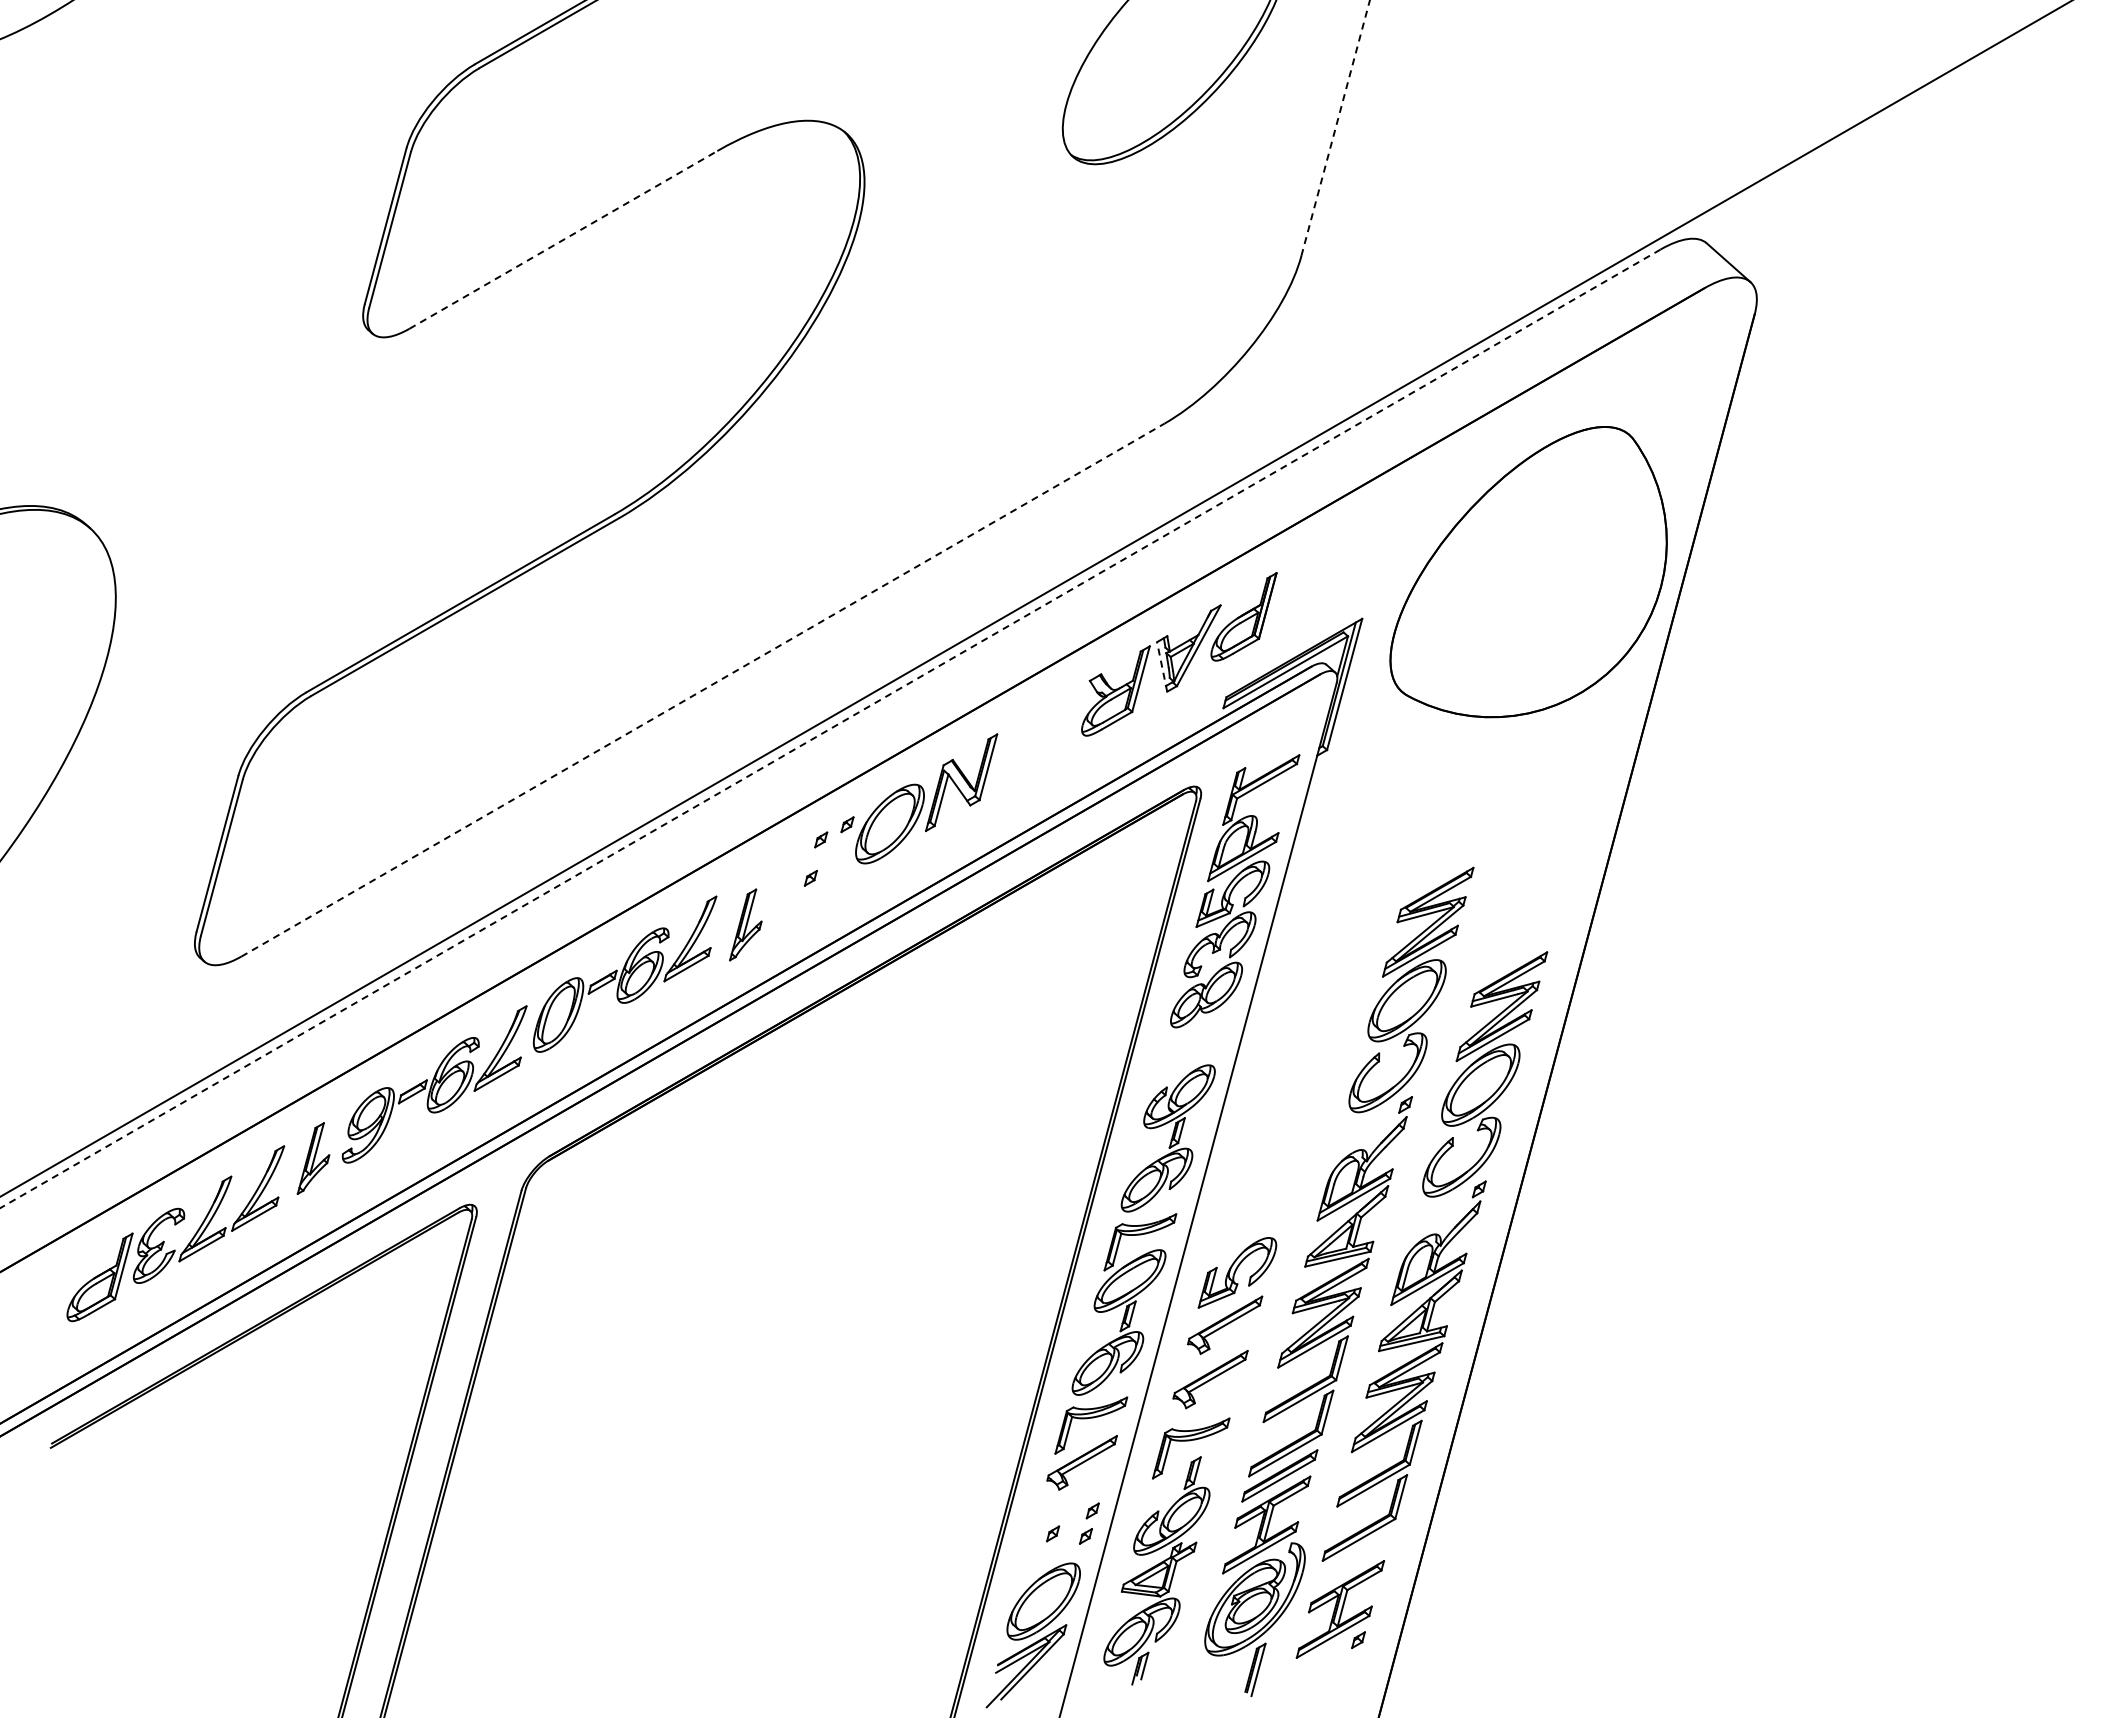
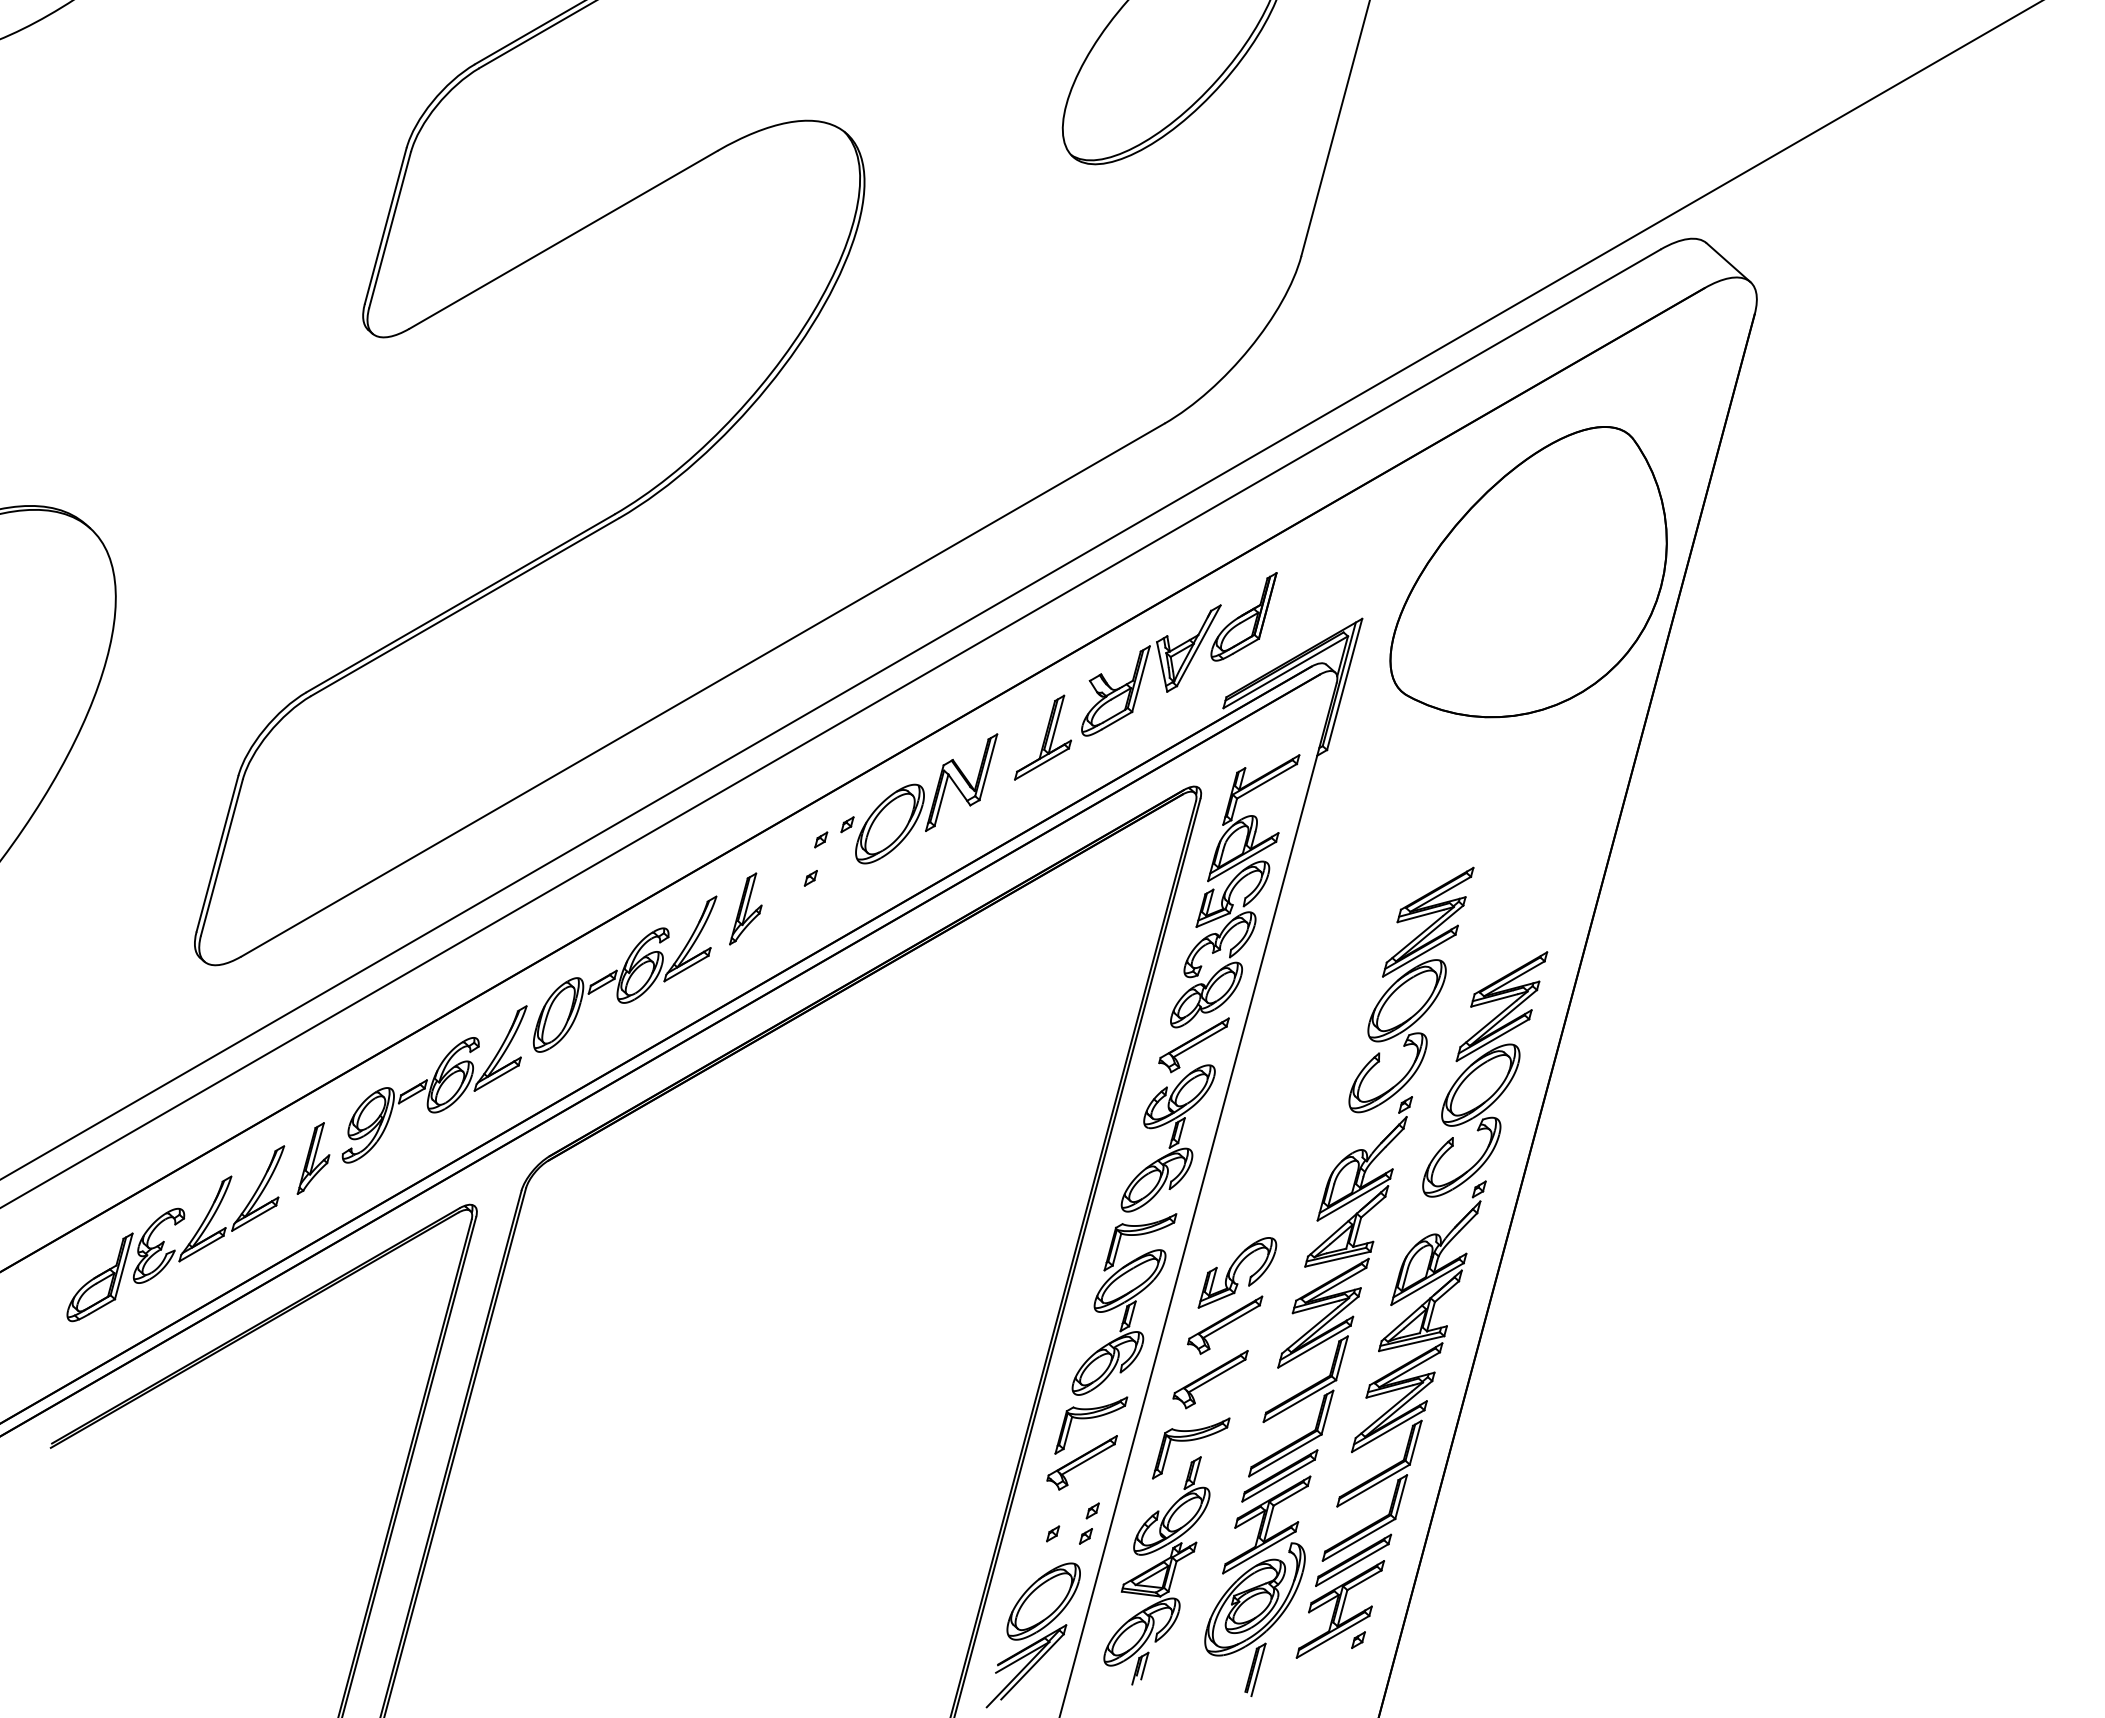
line at (1335, 127): dashed -> solid
line at (563, 239): dashed -> solid
line at (1035, 598) position: (1035, 598) -> (1020, 590)
line at (1162, 666): dashed -> solid
line at (703, 689): dashed -> solid
line at (830, 728): dashed -> solid
part at (1042, 737): none -> present
part at (745, 924) position: (745, 924) -> (745, 908)
part at (1193, 1045): none -> present
part at (1353, 1559): none -> present
